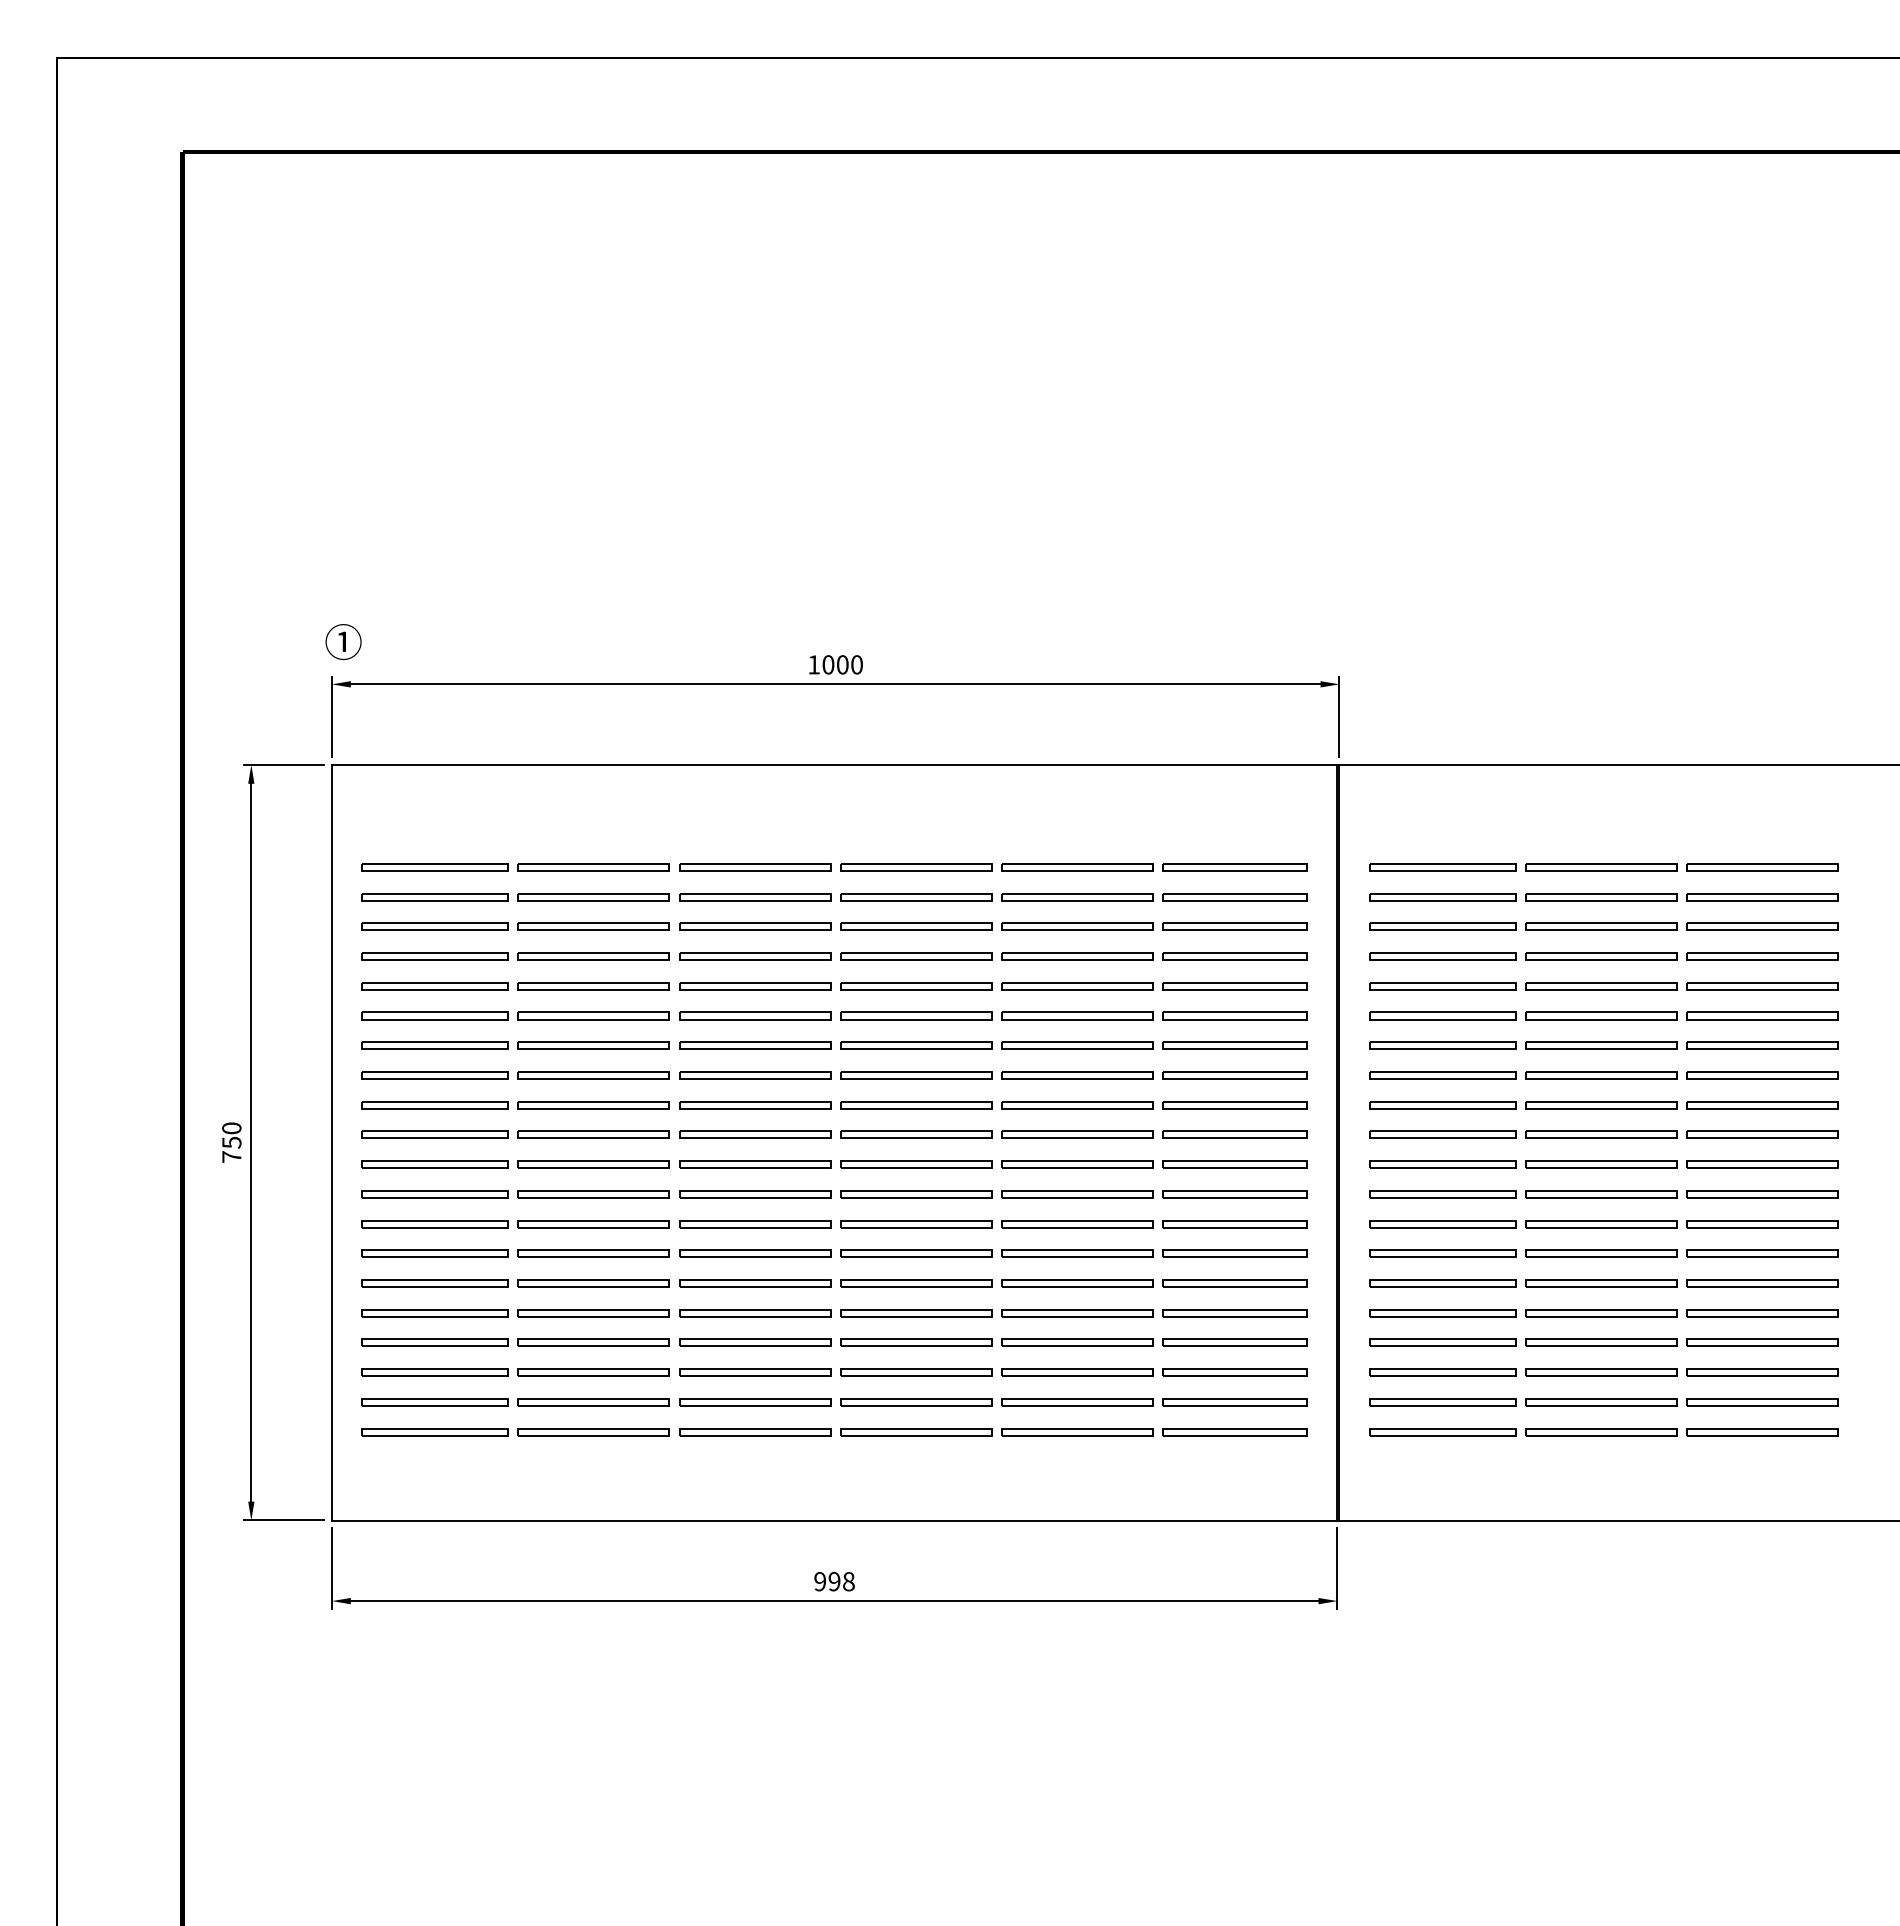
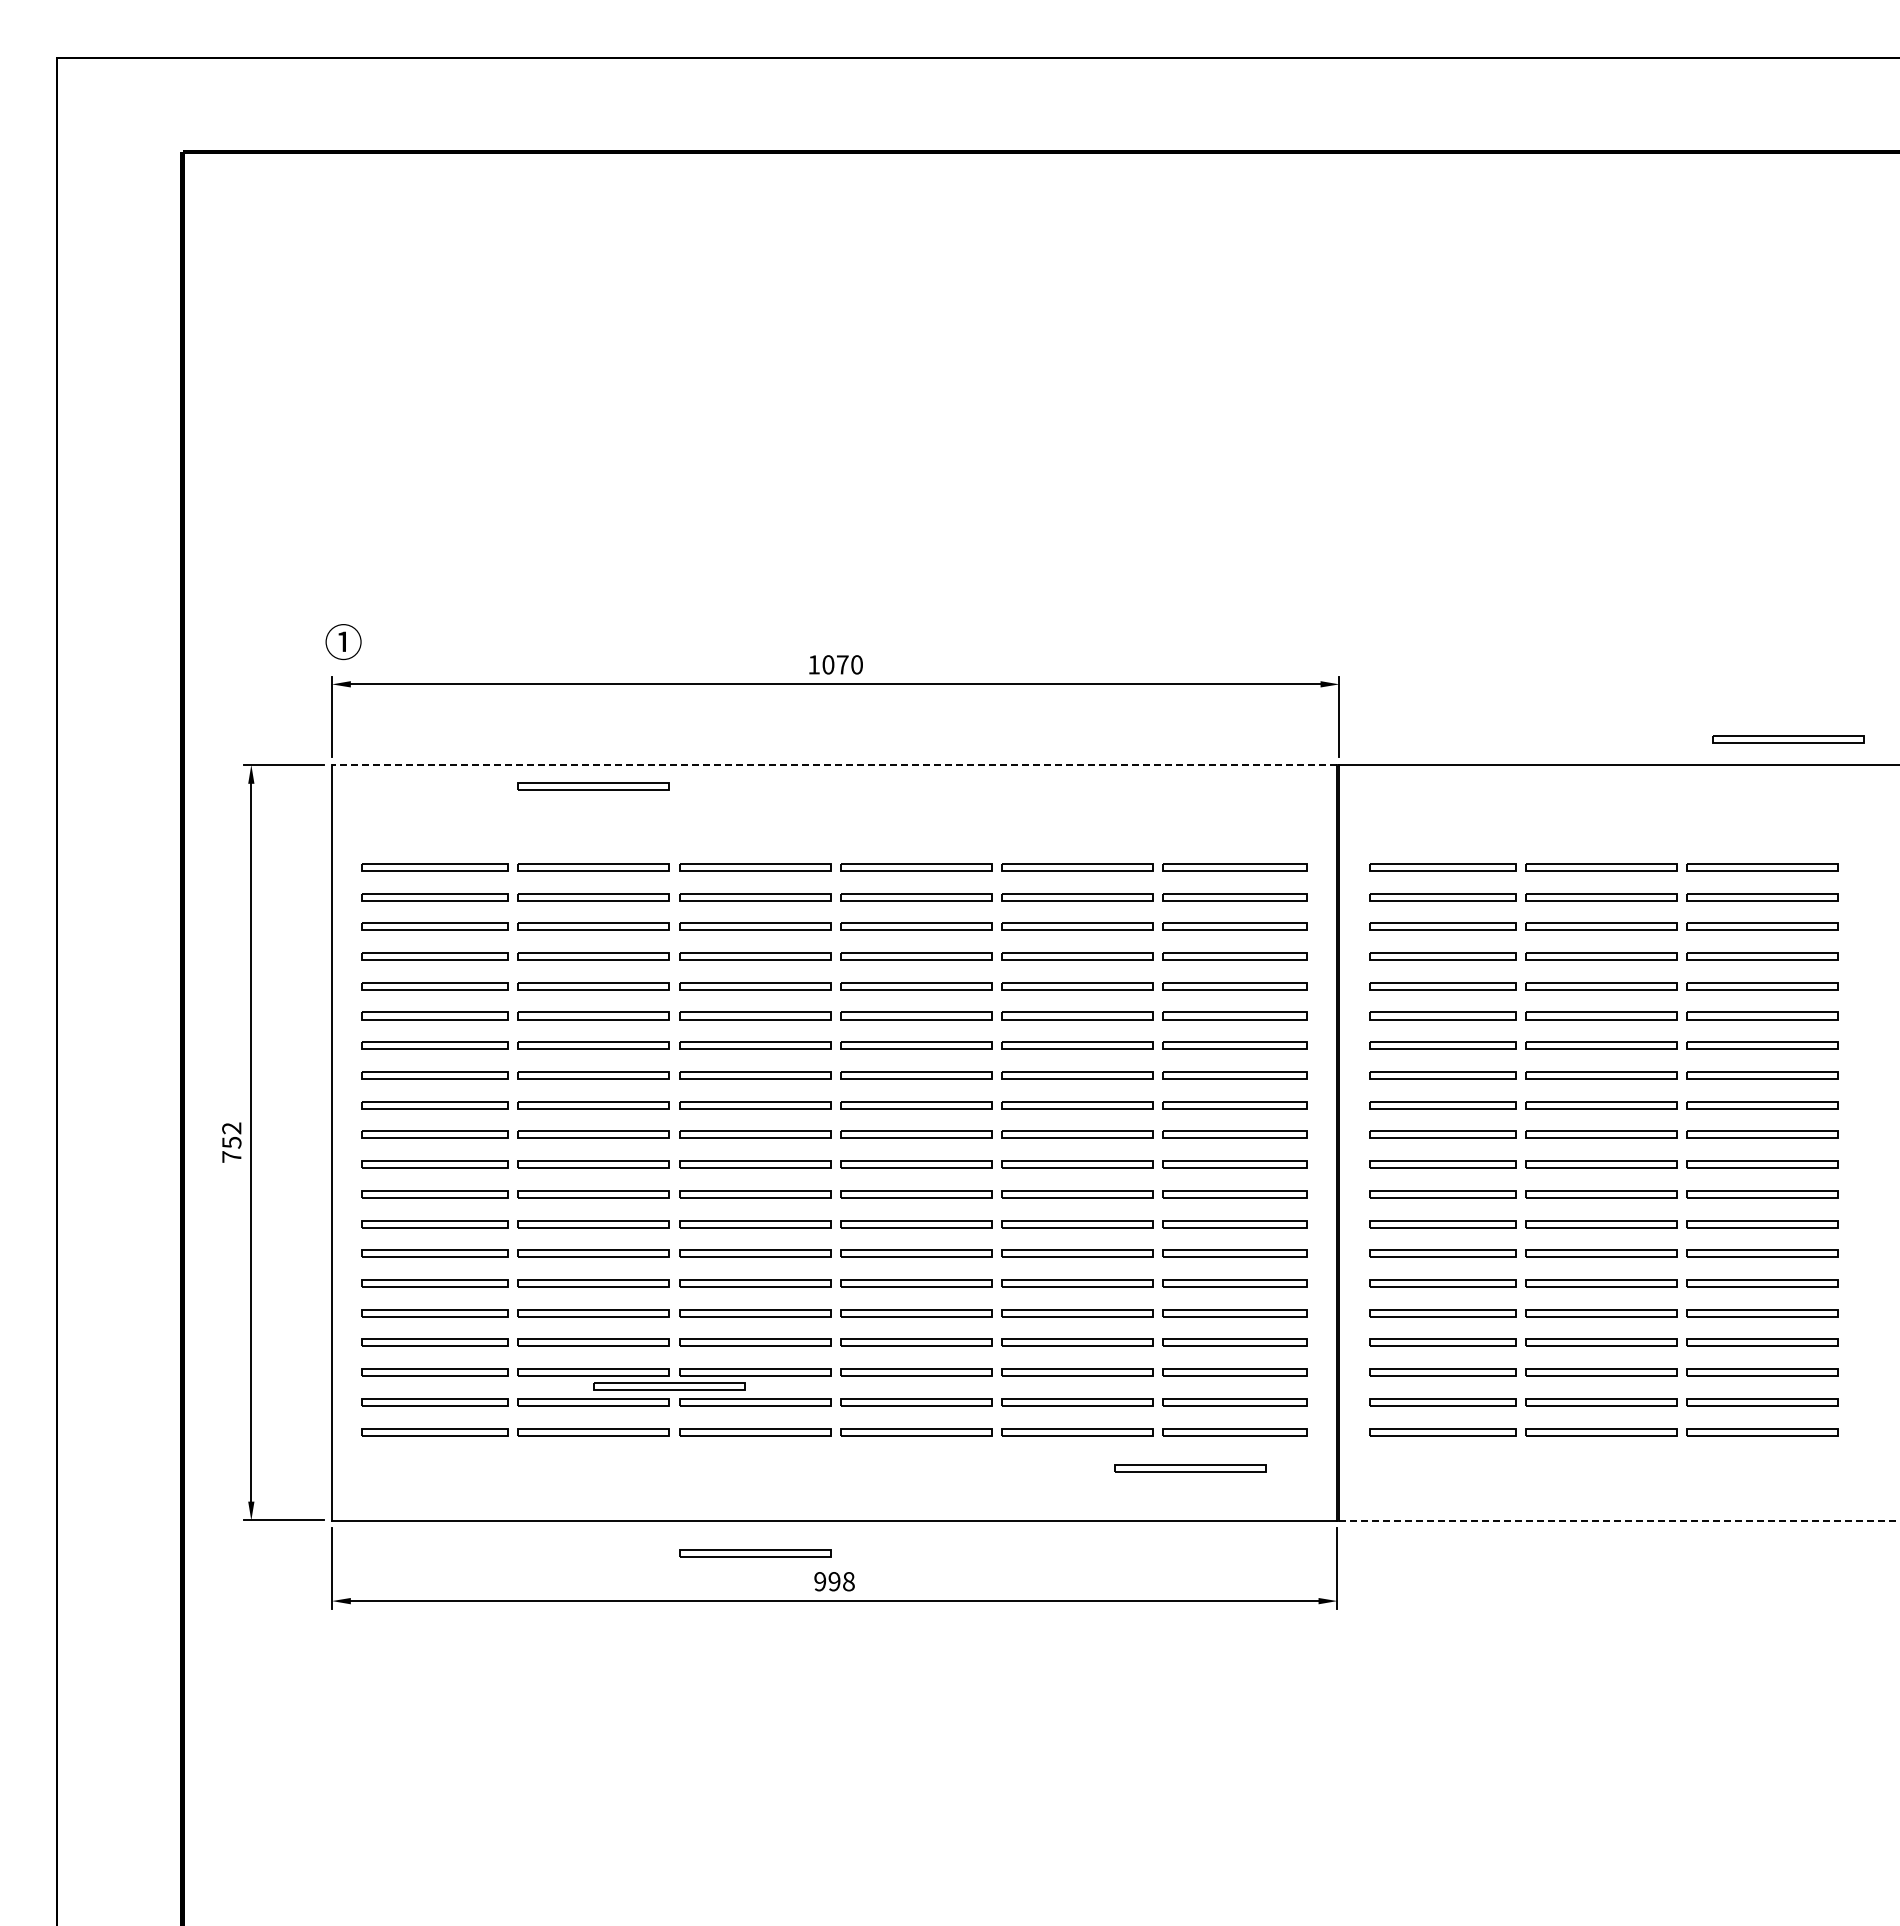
text at (842, 664): 1000 -> 1070
part at (1788, 739): none -> present
line at (834, 764): solid -> dashed
part at (593, 786): none -> present
text at (231, 1128): 750 -> 752
part at (669, 1386): none -> present
part at (1190, 1468): none -> present
line at (1619, 1520): solid -> dashed
part at (755, 1553): none -> present
